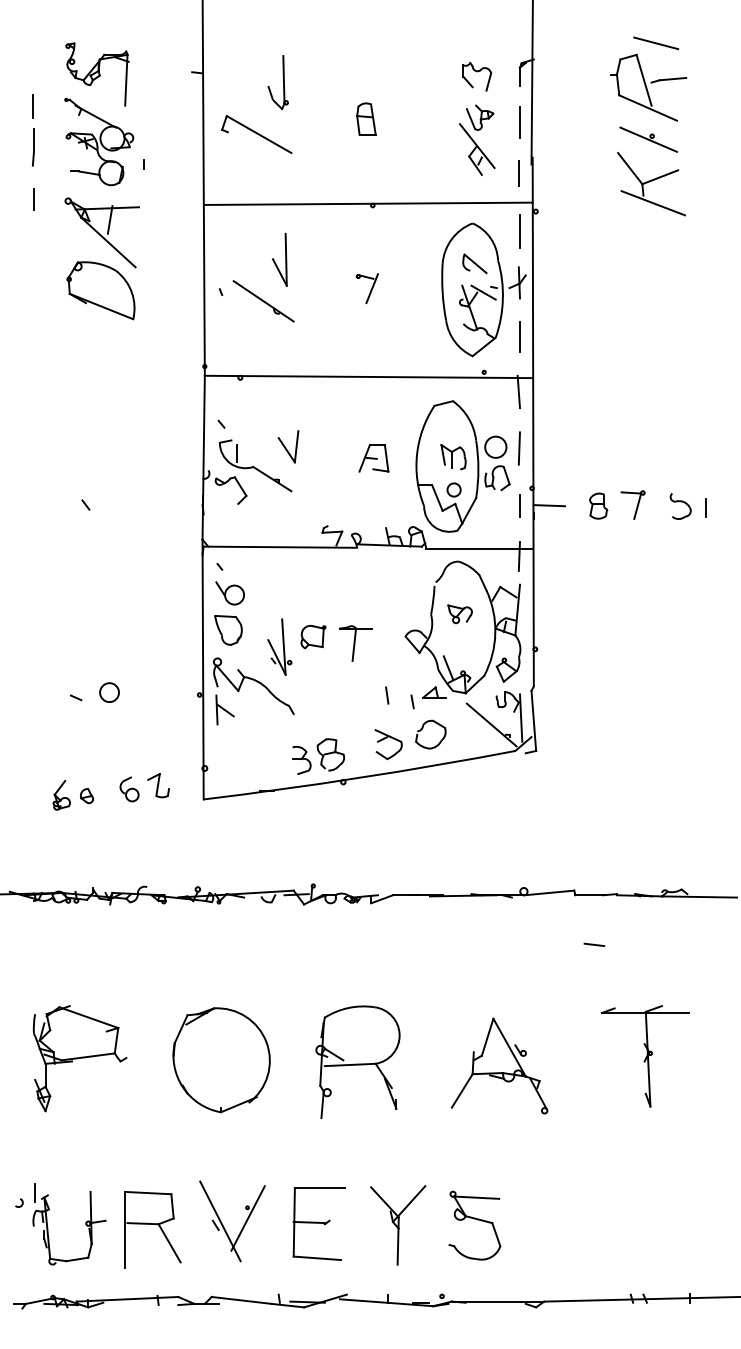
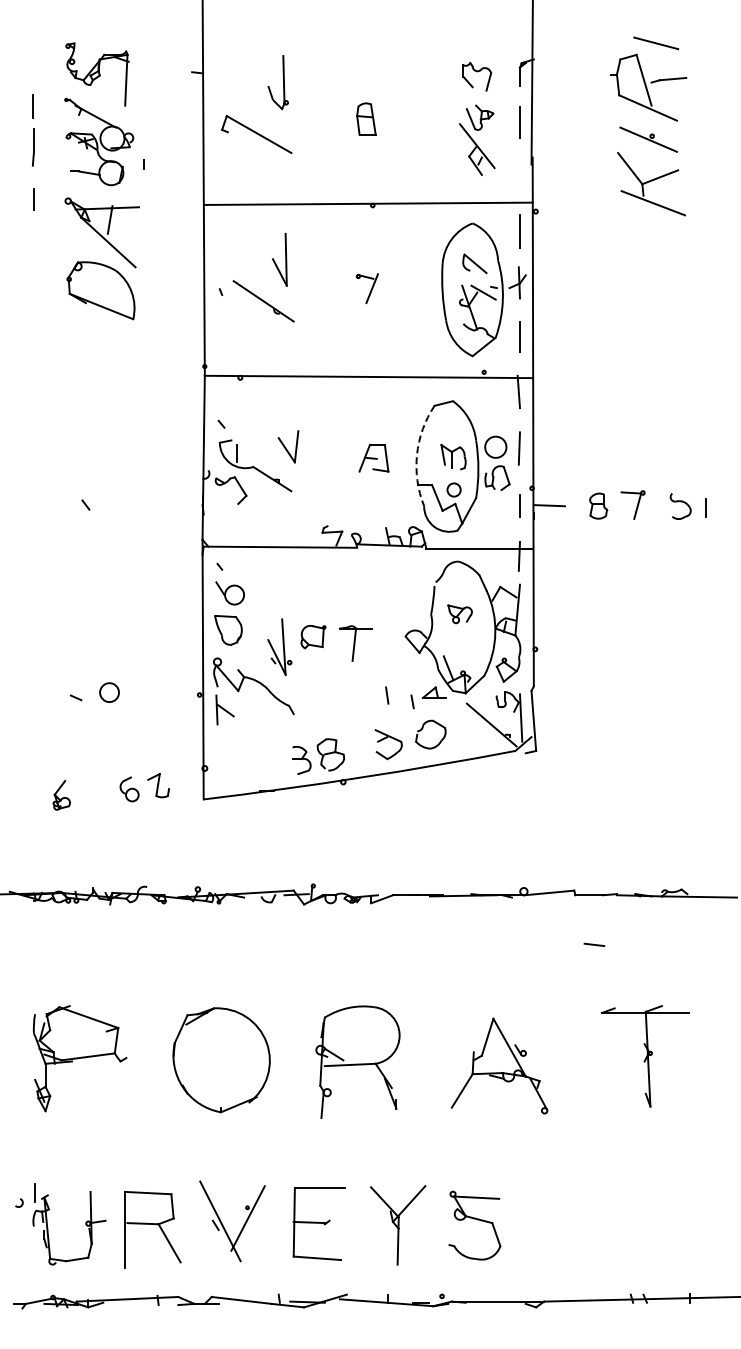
line at (518, 173): present -> none
arc at (417, 454): solid -> dashed
part at (86, 796): present -> none
